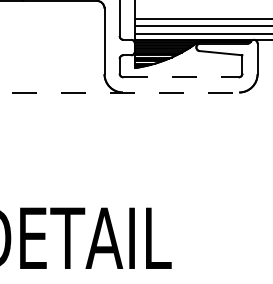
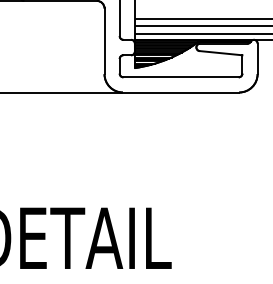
line at (181, 77): dashed -> solid
line at (120, 92): dashed -> solid
